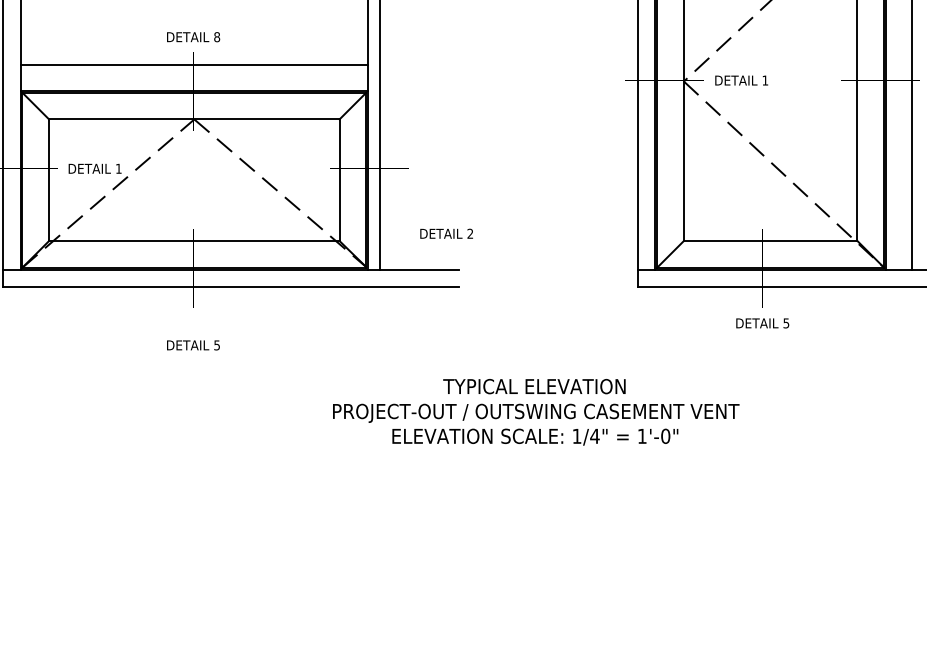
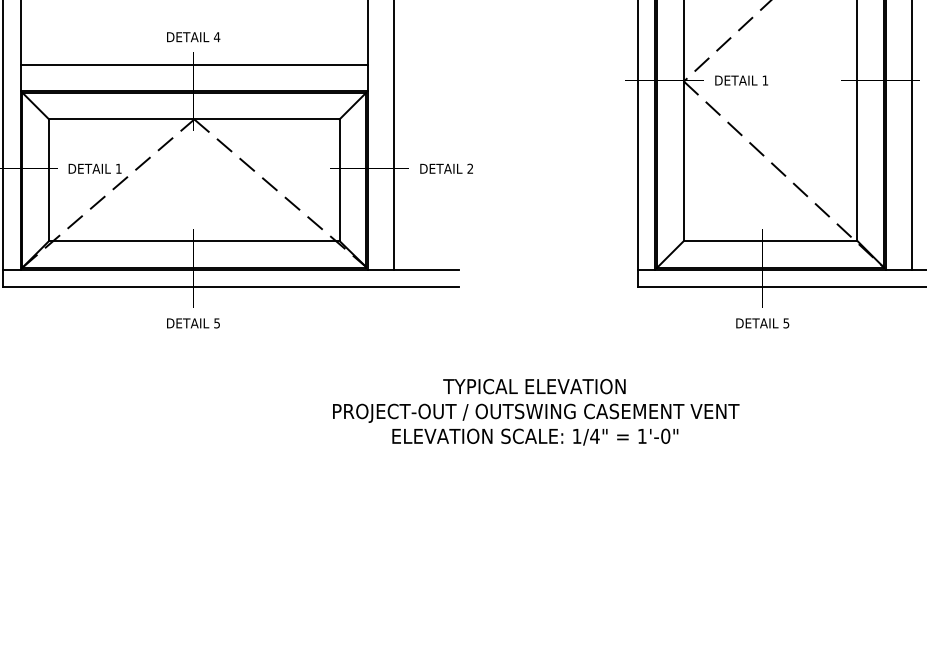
text at (216, 37): 8 -> 4
line at (380, 135) position: (380, 135) -> (394, 135)
text at (446, 233) position: (446, 233) -> (446, 168)
text at (193, 345) position: (193, 345) -> (193, 323)
